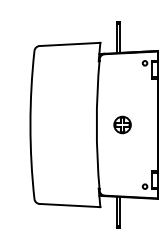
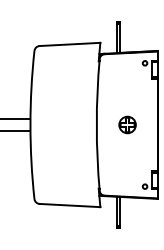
line at (16, 119): none -> present
part at (122, 124) position: (122, 124) -> (127, 124)
line at (16, 130): none -> present
